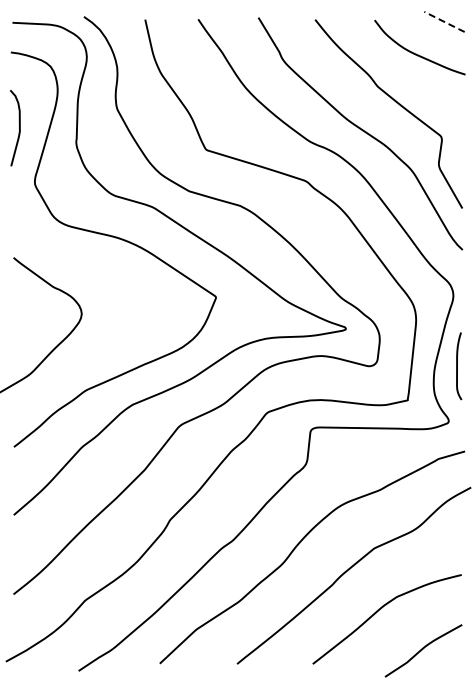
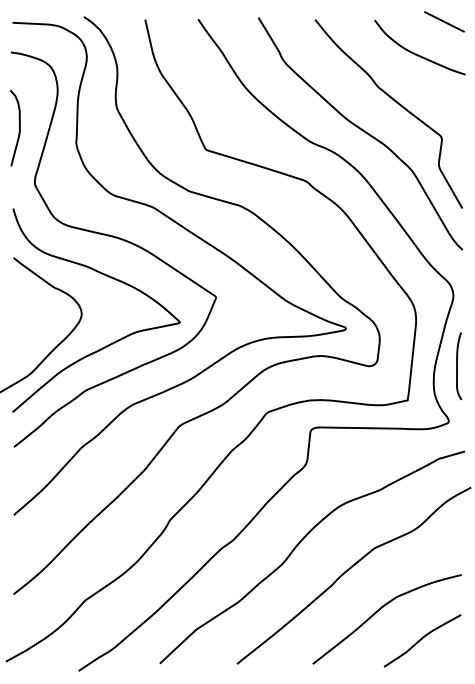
line at (444, 22): dashed -> solid
curve at (108, 277): none -> present
curve at (423, 649) position: (423, 649) -> (422, 639)
